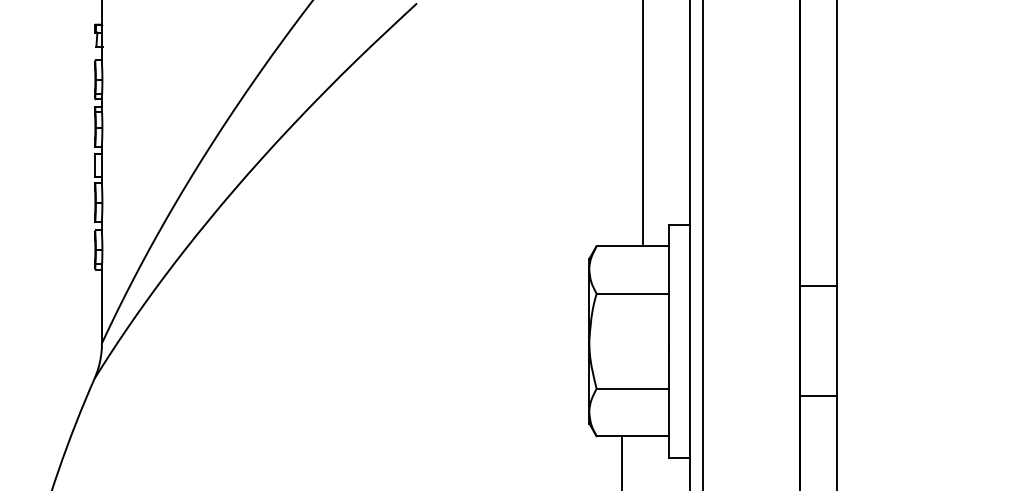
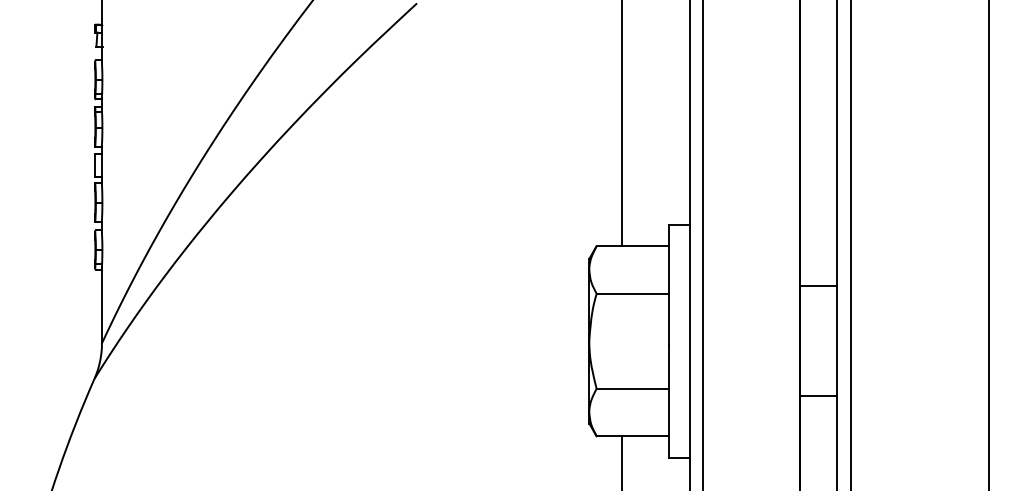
line at (642, 124) position: (642, 124) -> (621, 124)
line at (851, 244): none -> present
line at (989, 244): none -> present
